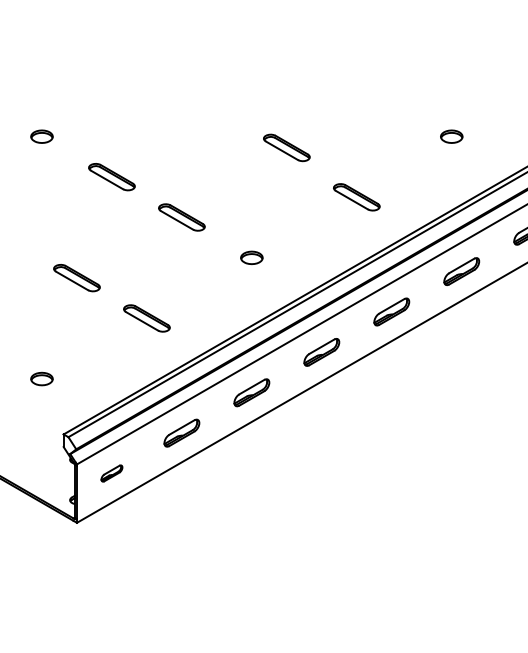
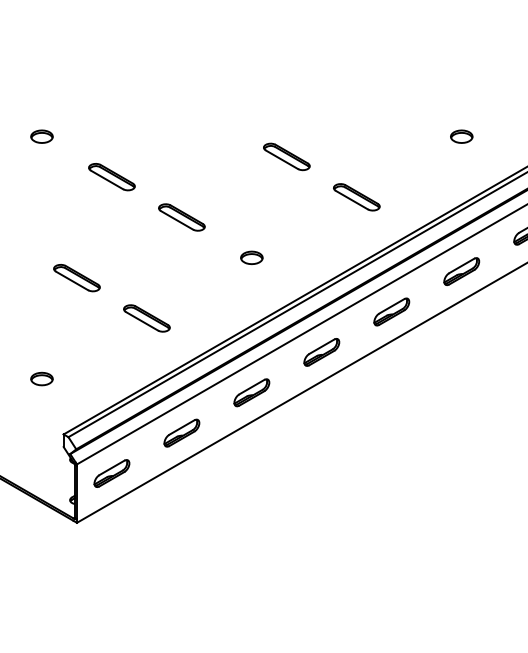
part at (451, 136) position: (451, 136) -> (461, 136)
part at (286, 147) position: (286, 147) -> (286, 156)
part at (111, 473) size: 24x19 px -> 38x29 px
